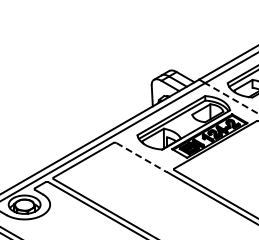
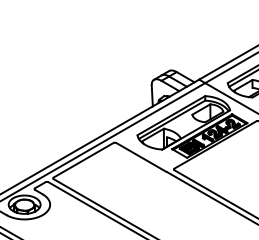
line at (232, 98): dashed -> solid
line at (141, 157): dashed -> solid
